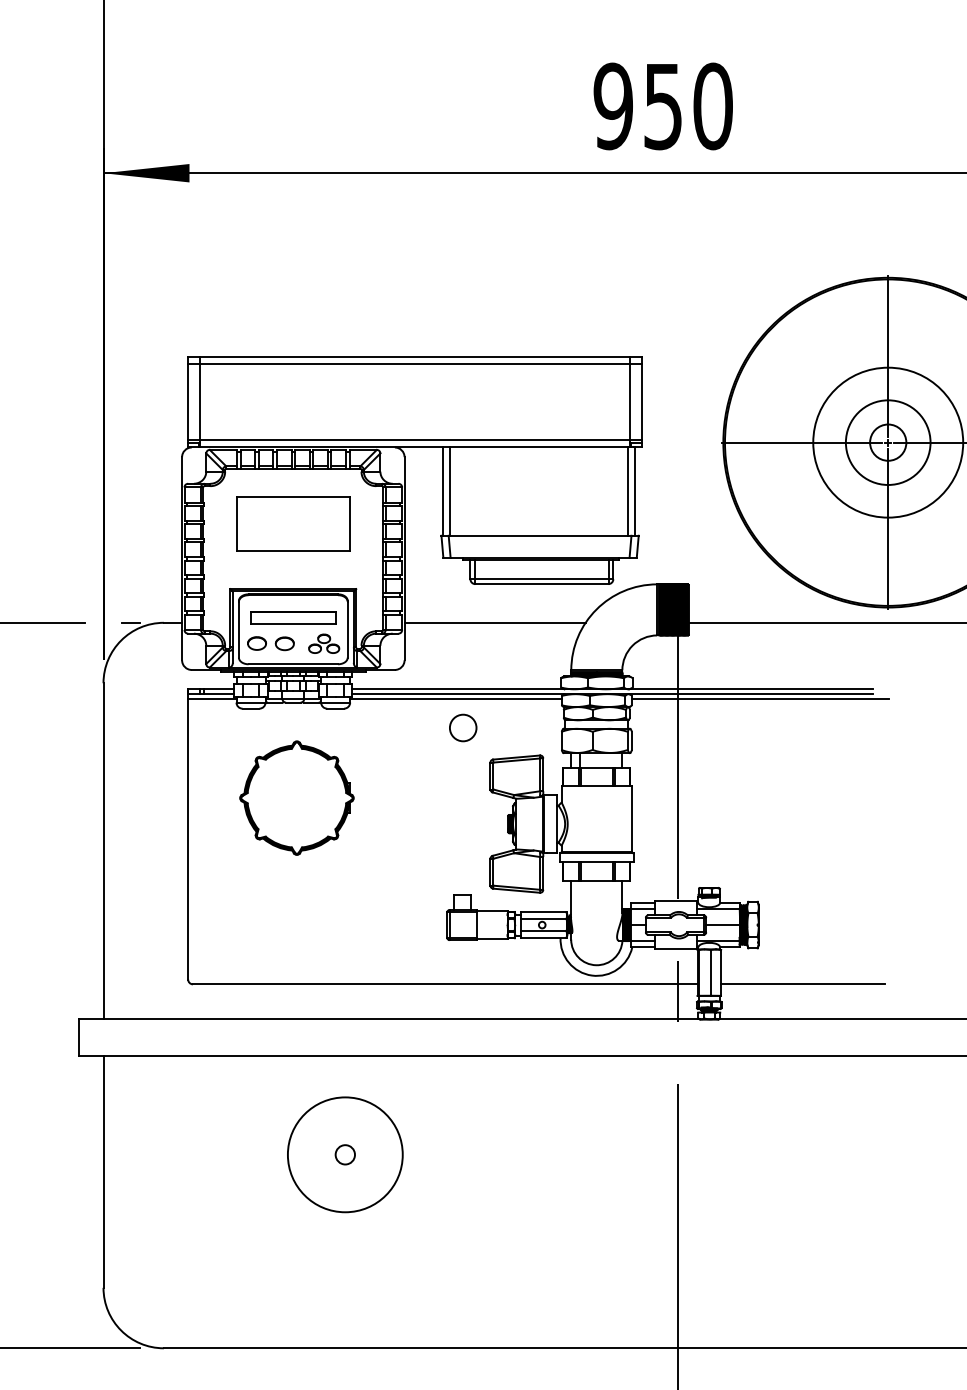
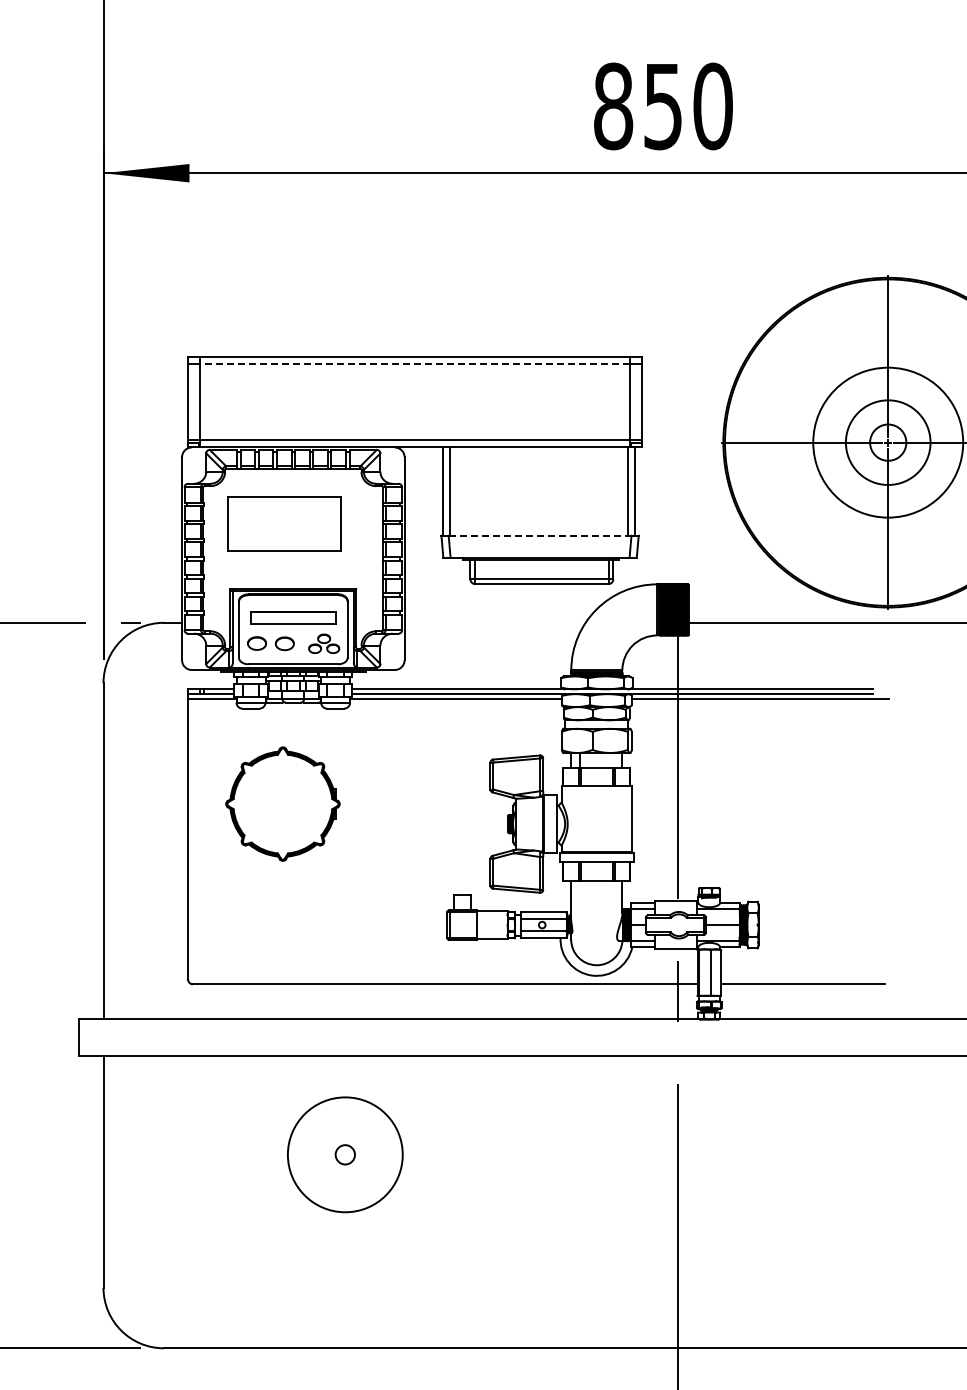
text at (613, 106): 950 -> 850
line at (415, 364): solid -> dashed
part at (293, 523) position: (293, 523) -> (284, 523)
line at (539, 535): solid -> dashed
line at (494, 622): present -> none
circle at (463, 727): present -> none
part at (296, 797) position: (296, 797) -> (282, 803)
